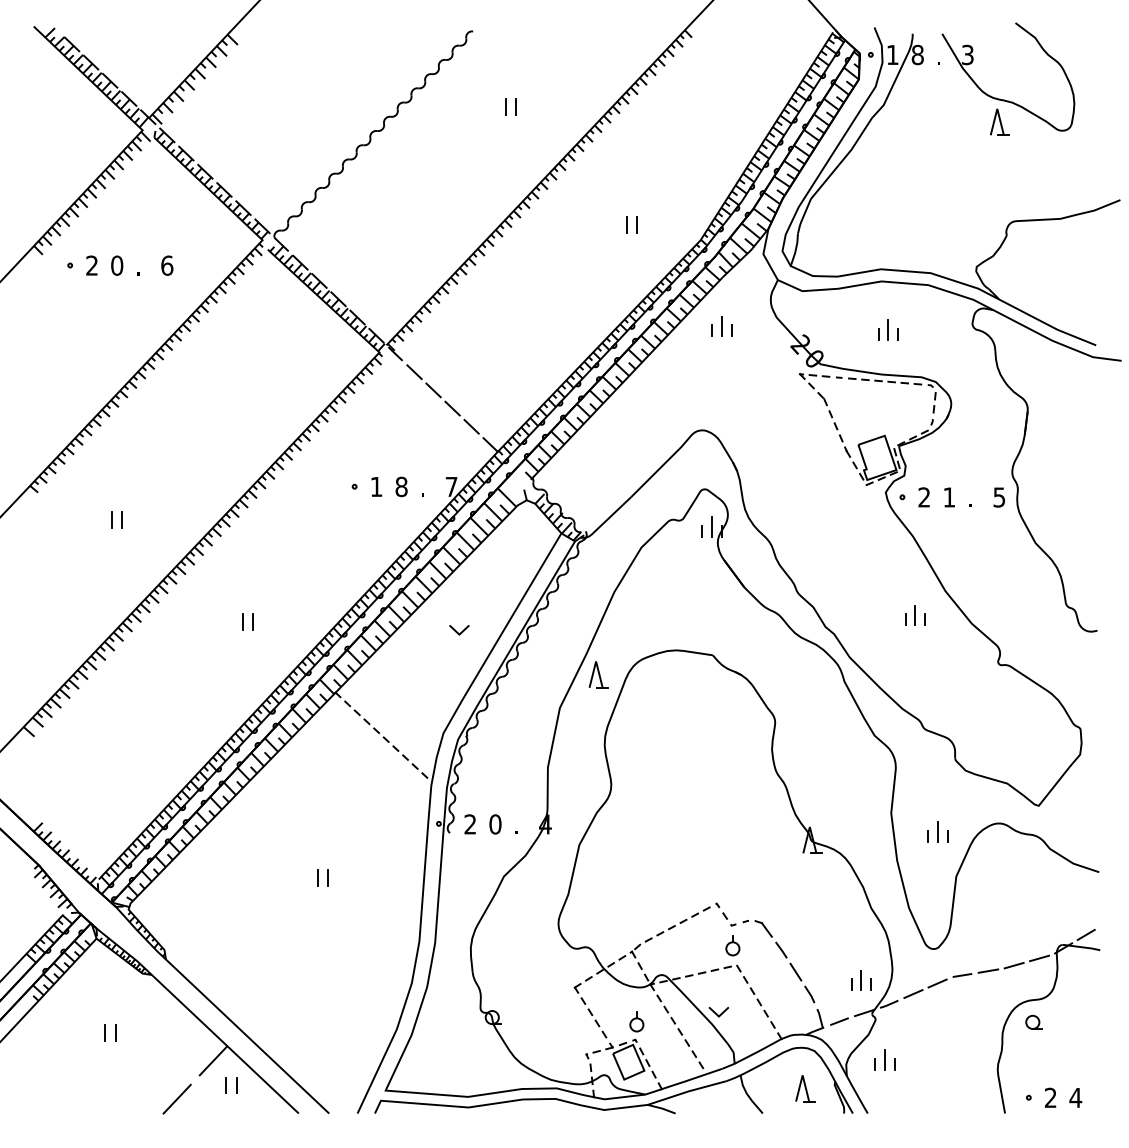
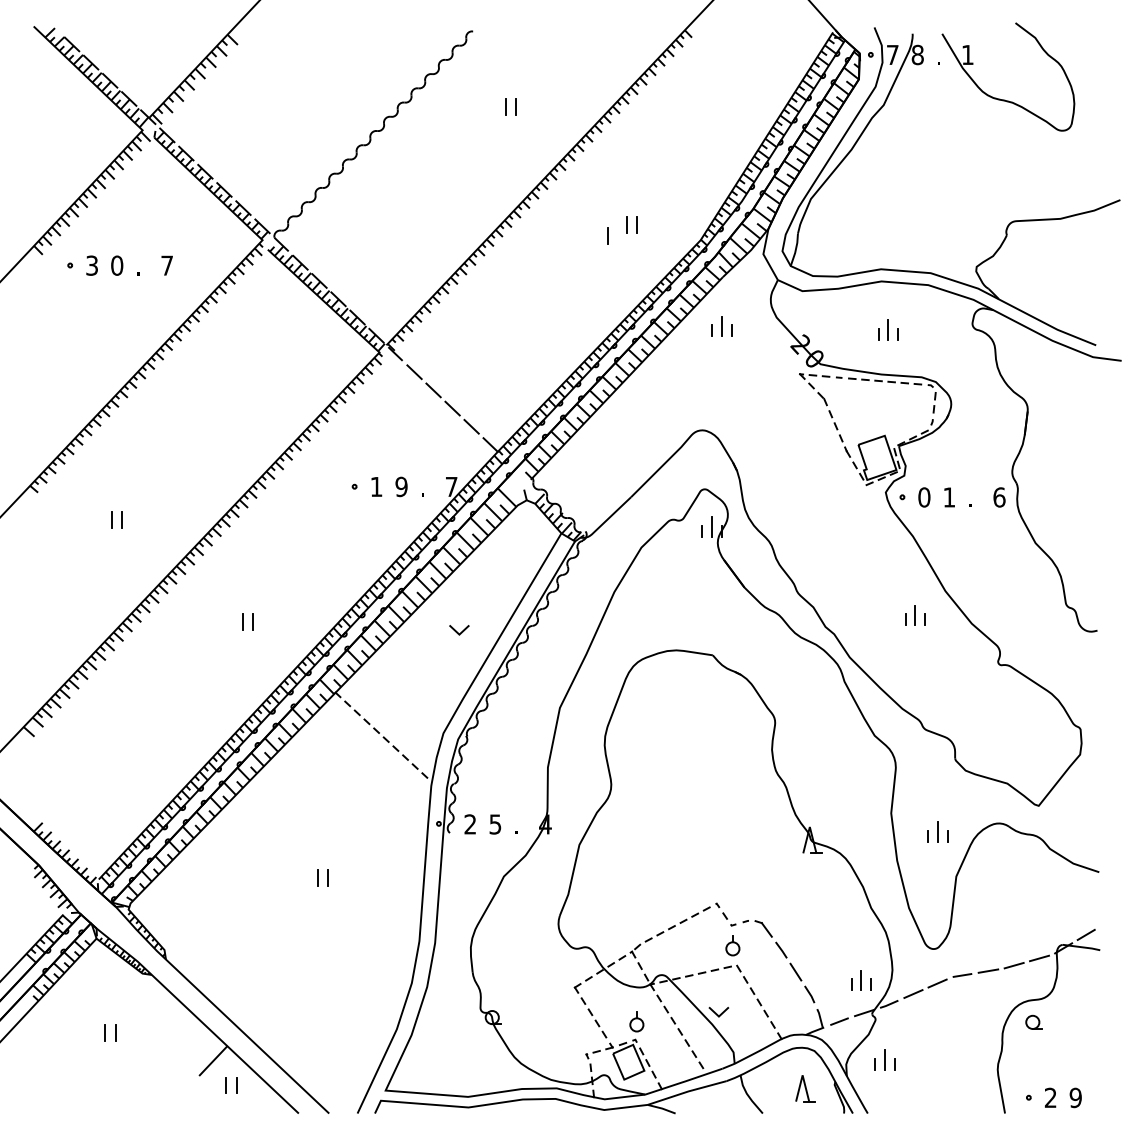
text at (892, 54): 1 -> 7
text at (967, 54): 3 -> 1
part at (999, 121): present -> none
line at (607, 235): none -> present
text at (91, 265): 2 -> 3
text at (167, 265): 6 -> 7
text at (401, 487): 8 -> 9
text at (924, 497): 2 -> 0
text at (999, 497): 5 -> 6
part at (598, 674): present -> none
text at (495, 824): 0 -> 5
text at (1075, 1097): 4 -> 9
line at (176, 1098): present -> none
